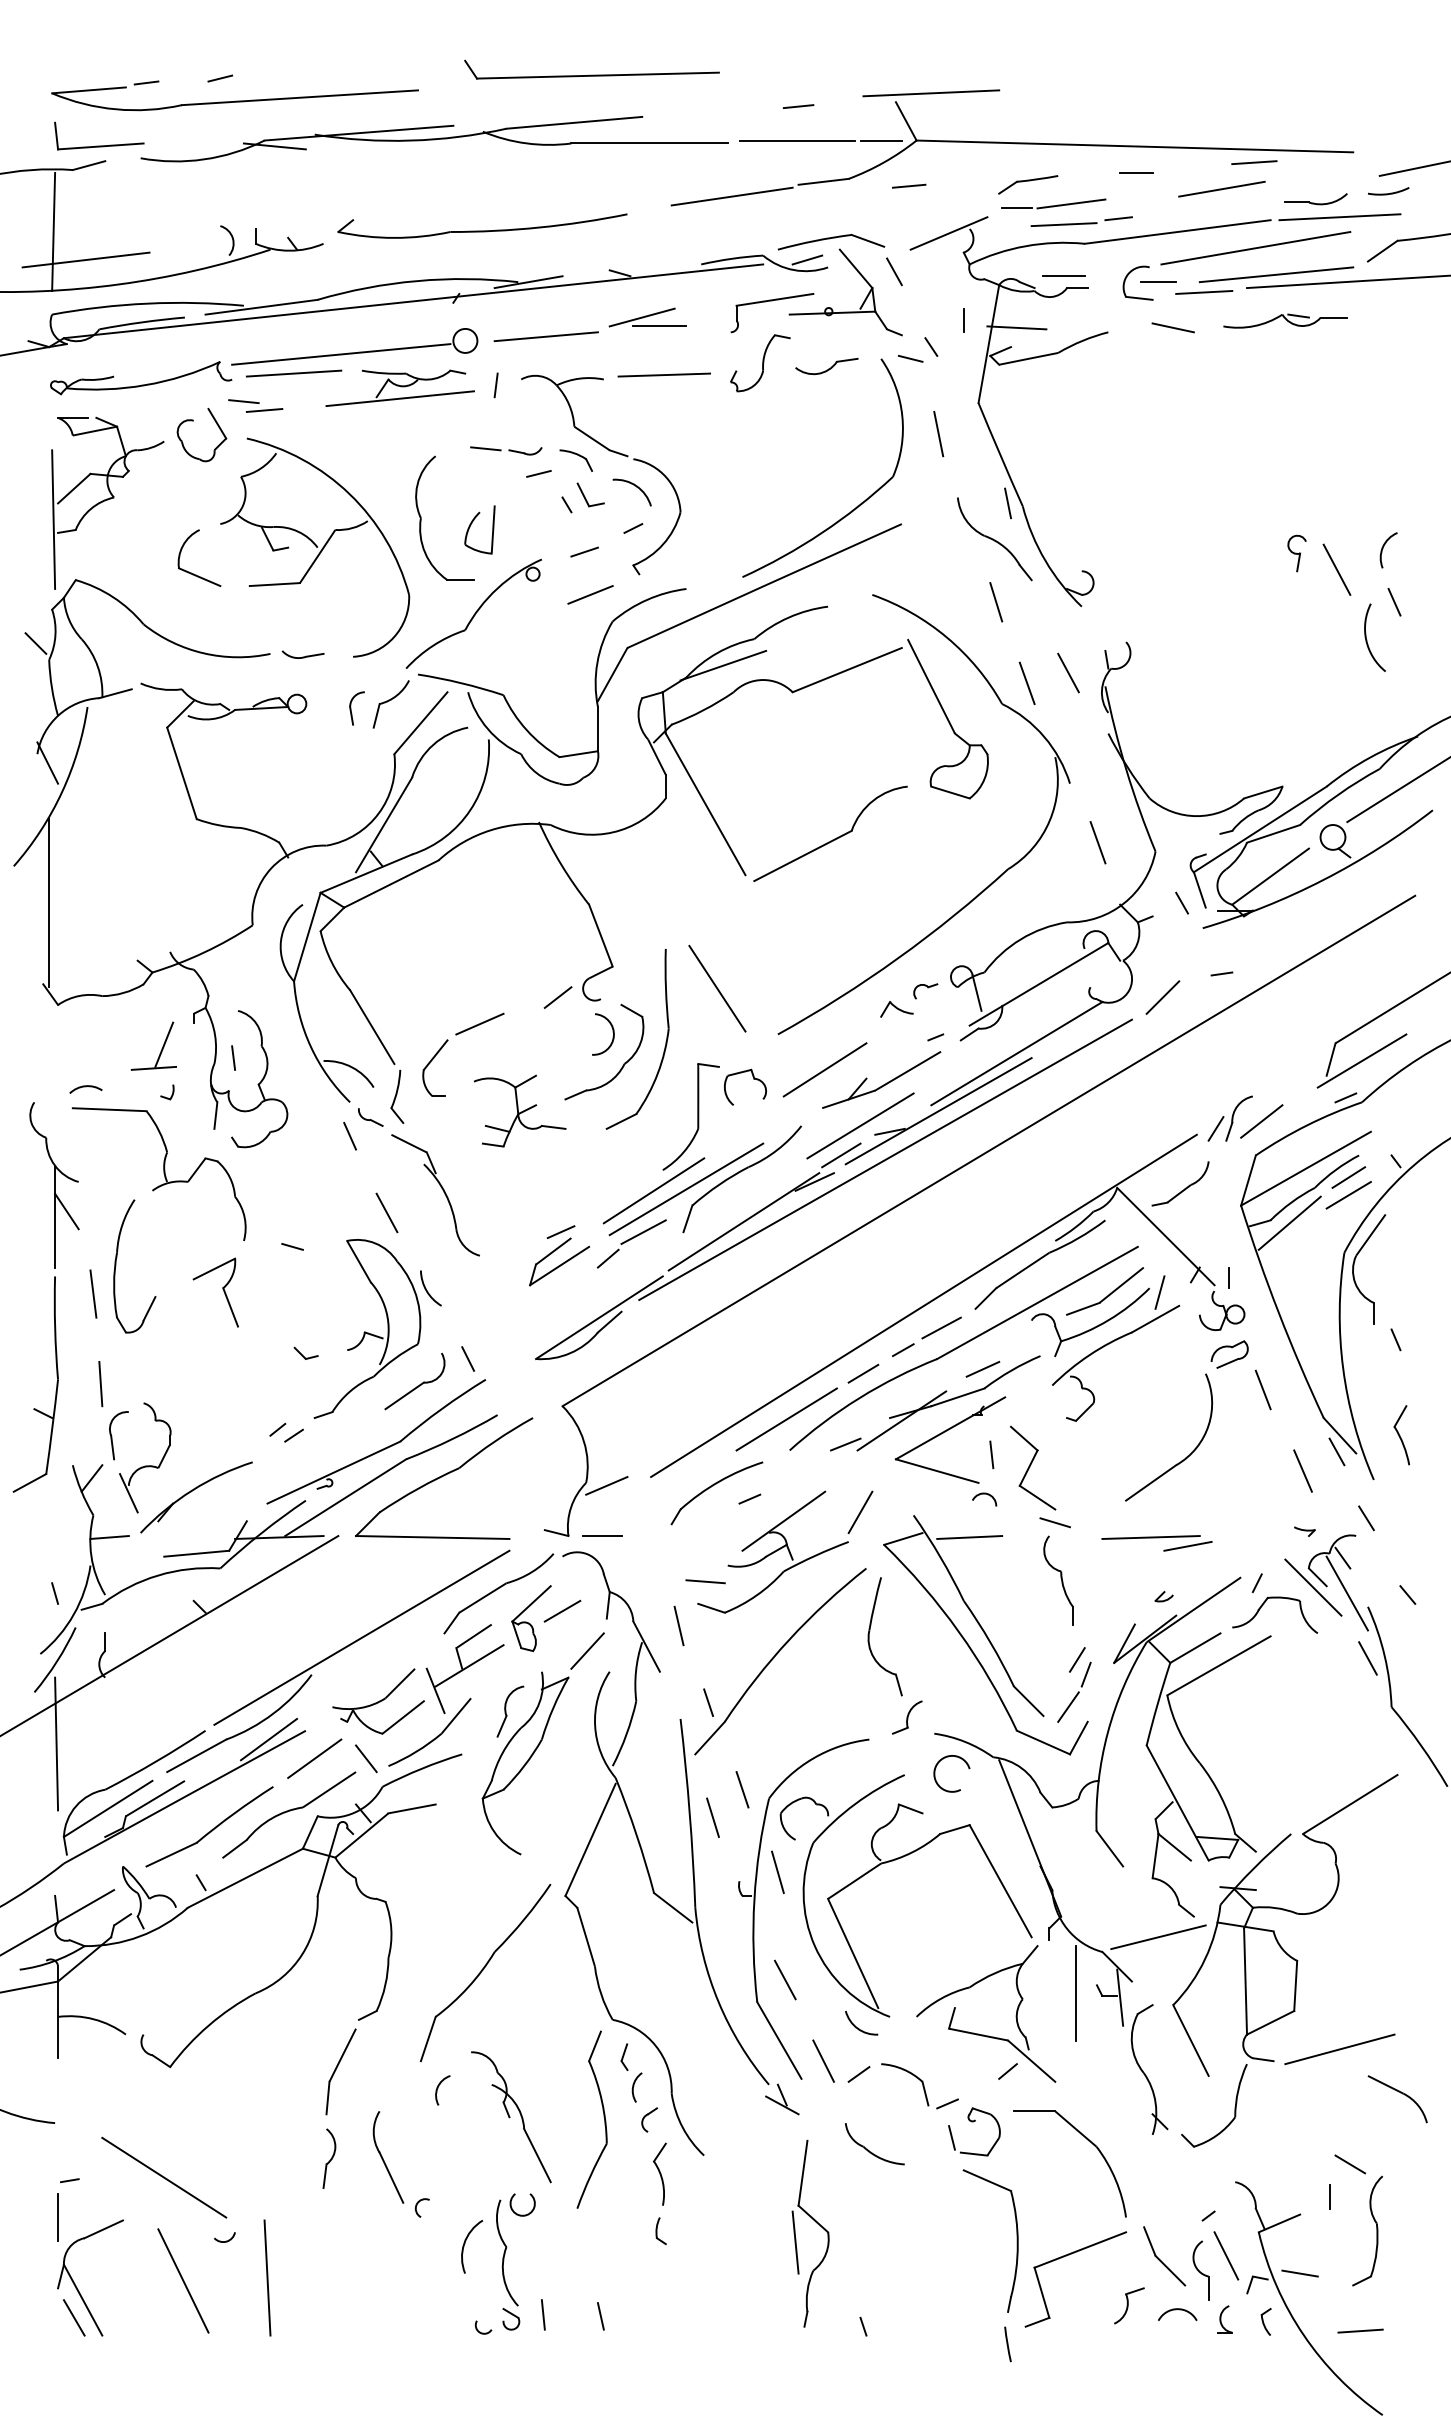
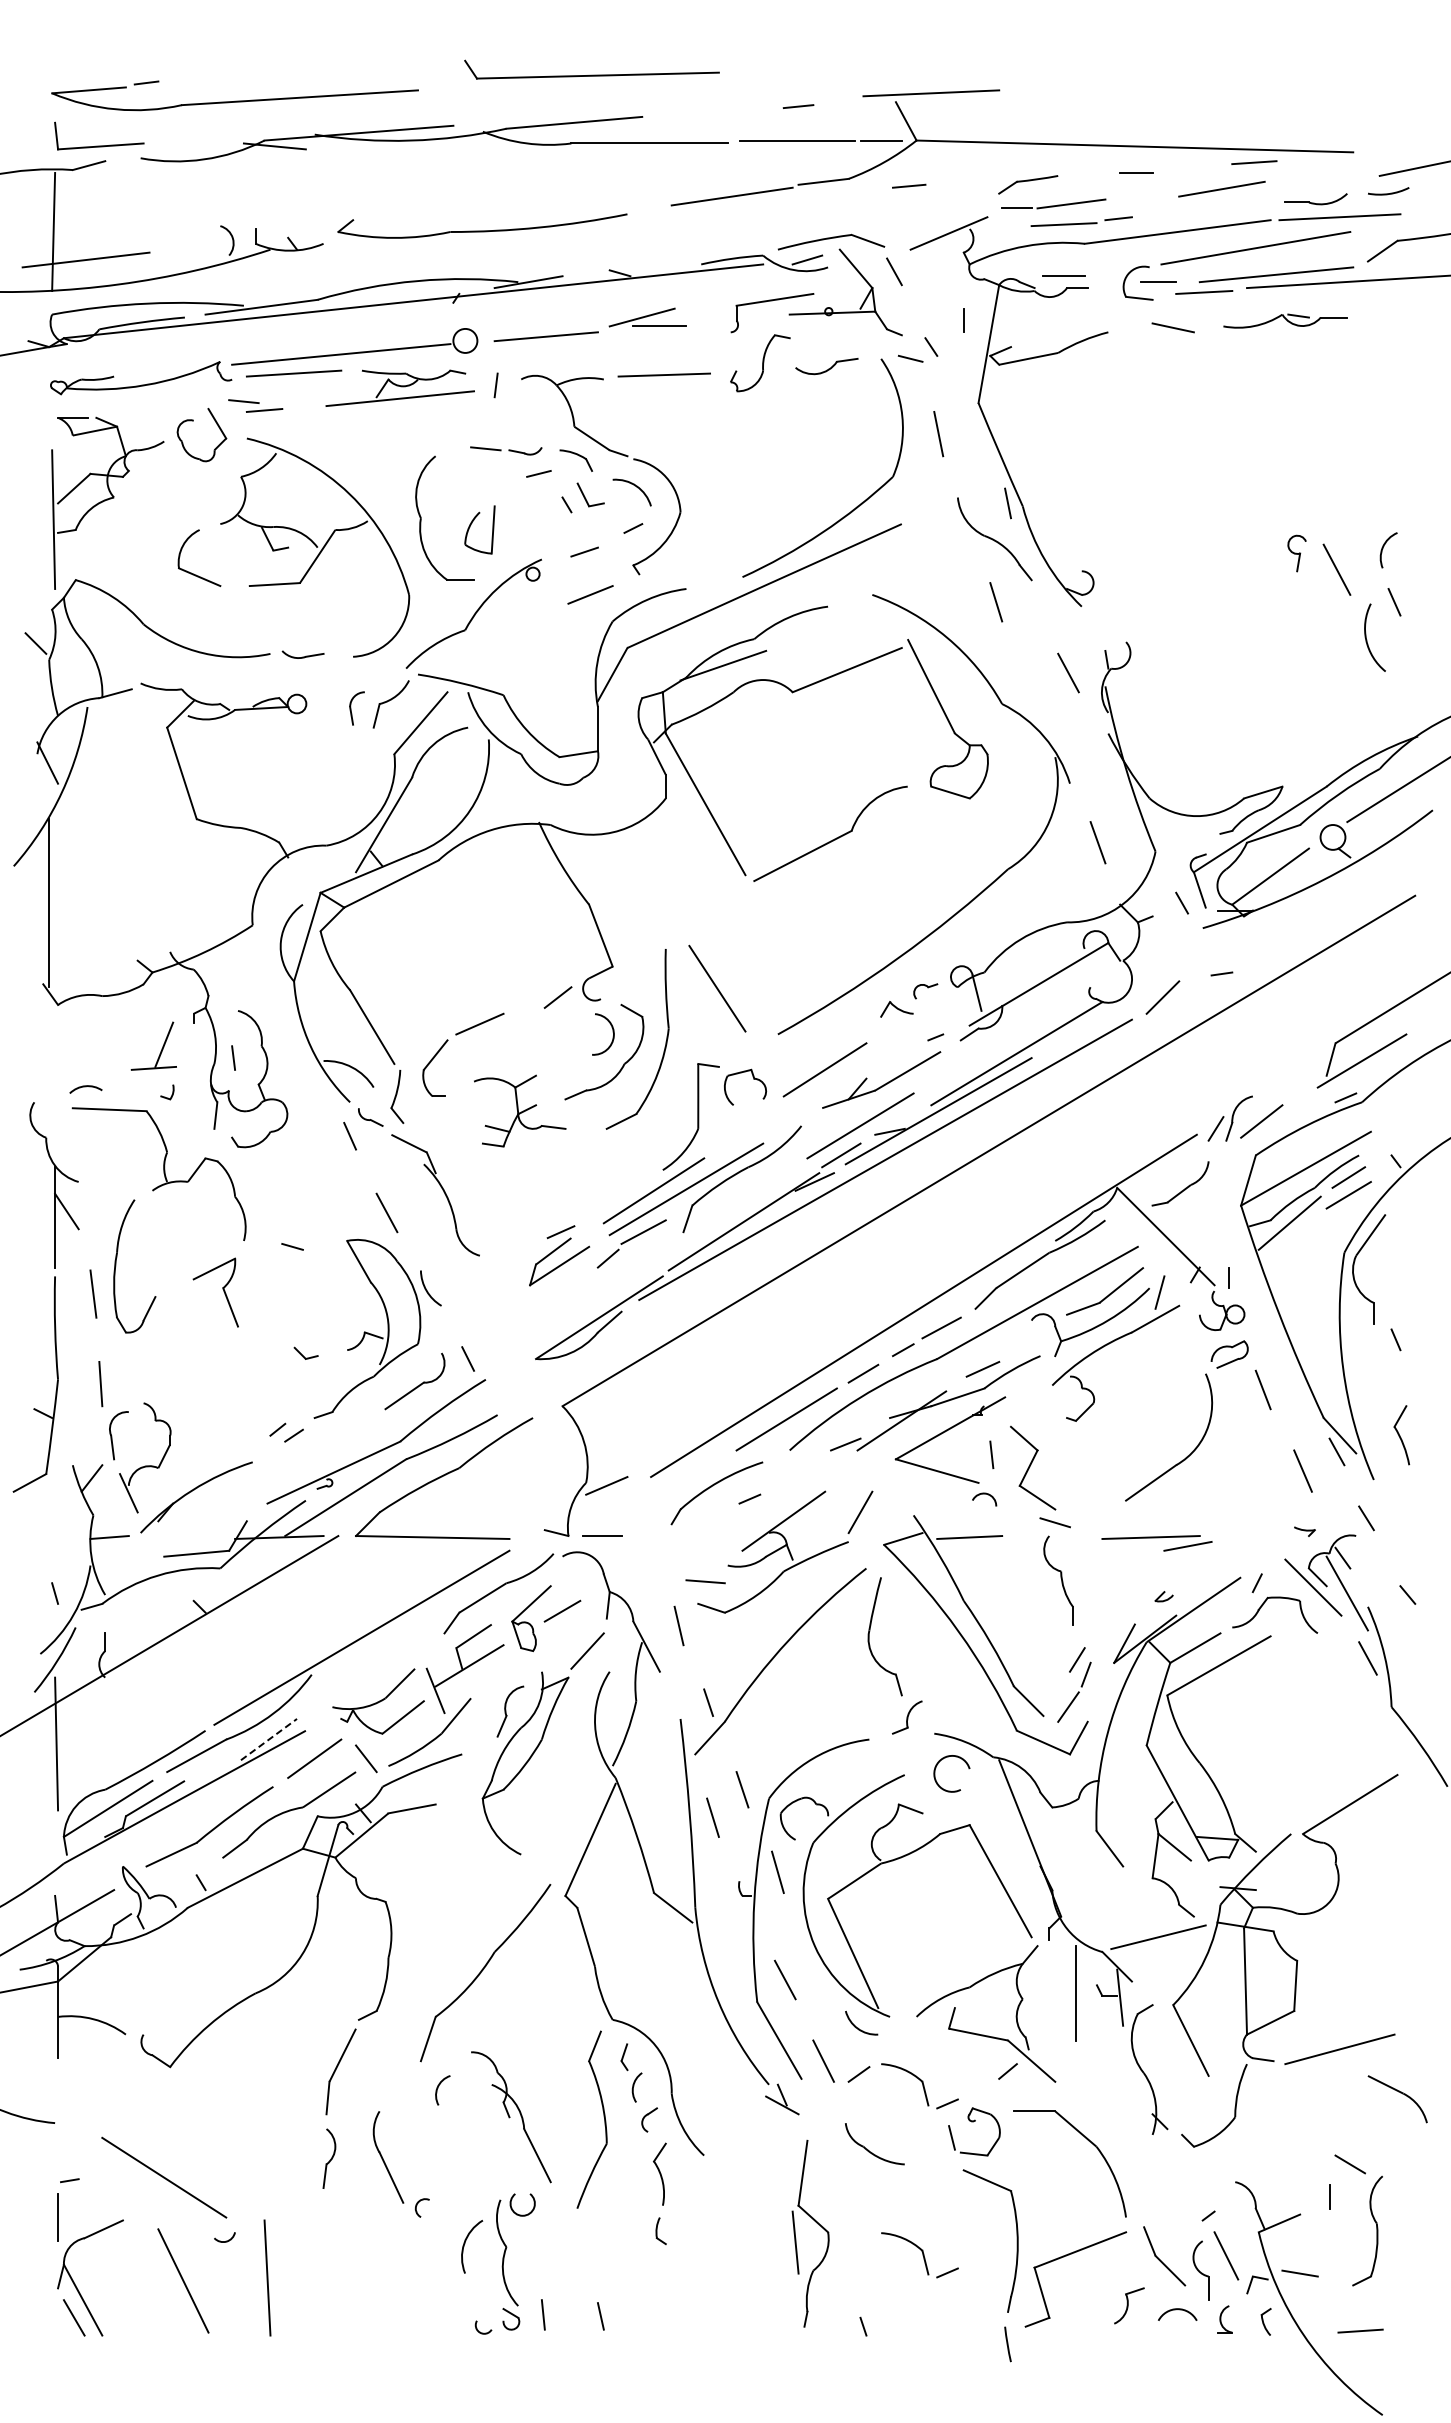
line at (220, 78): present -> none
line at (1016, 327): present -> none
line at (1026, 682): present -> none
line at (269, 1739): solid -> dashed
part at (919, 2255): none -> present
